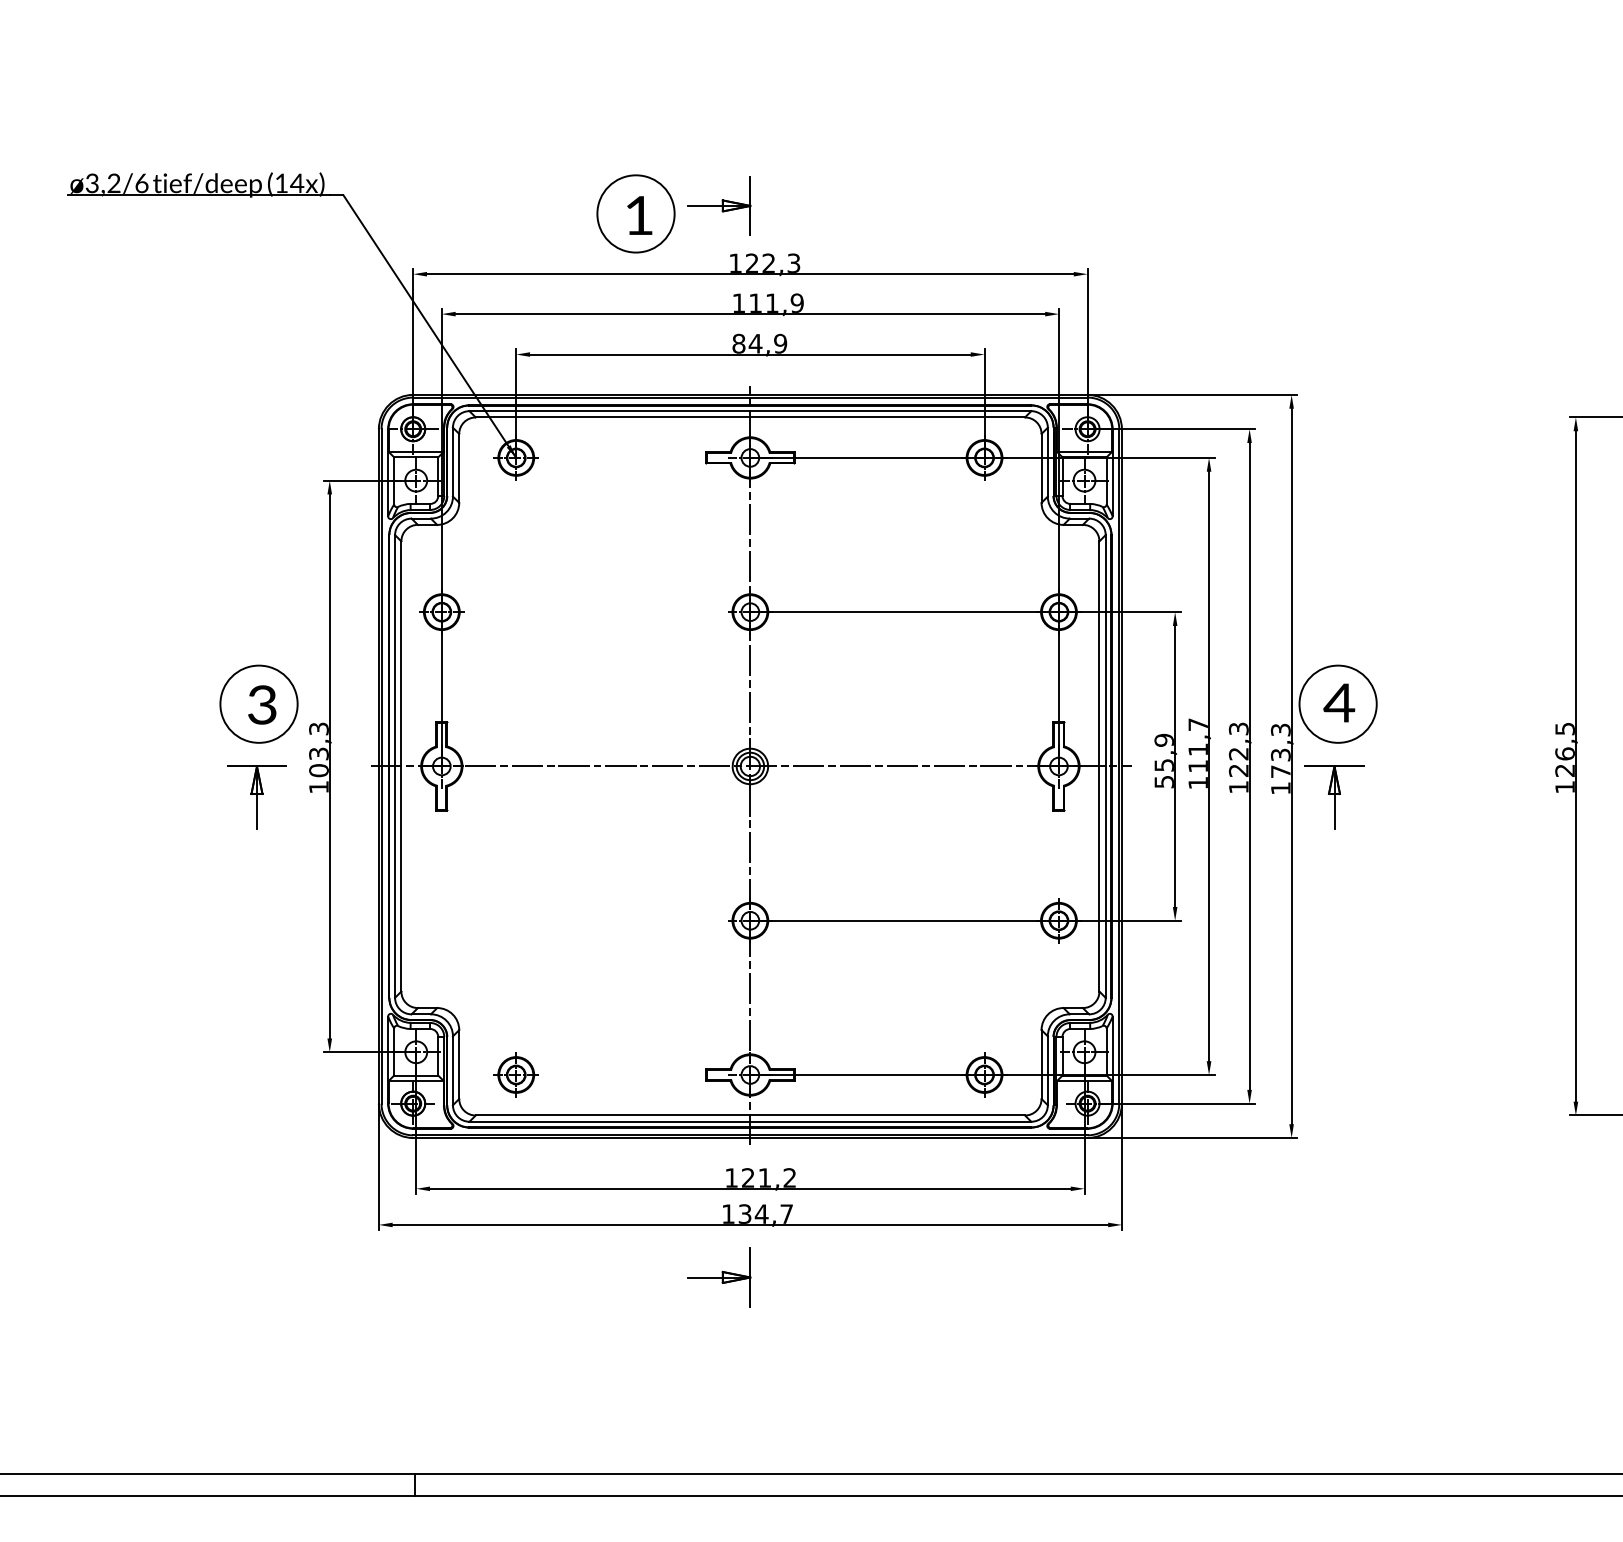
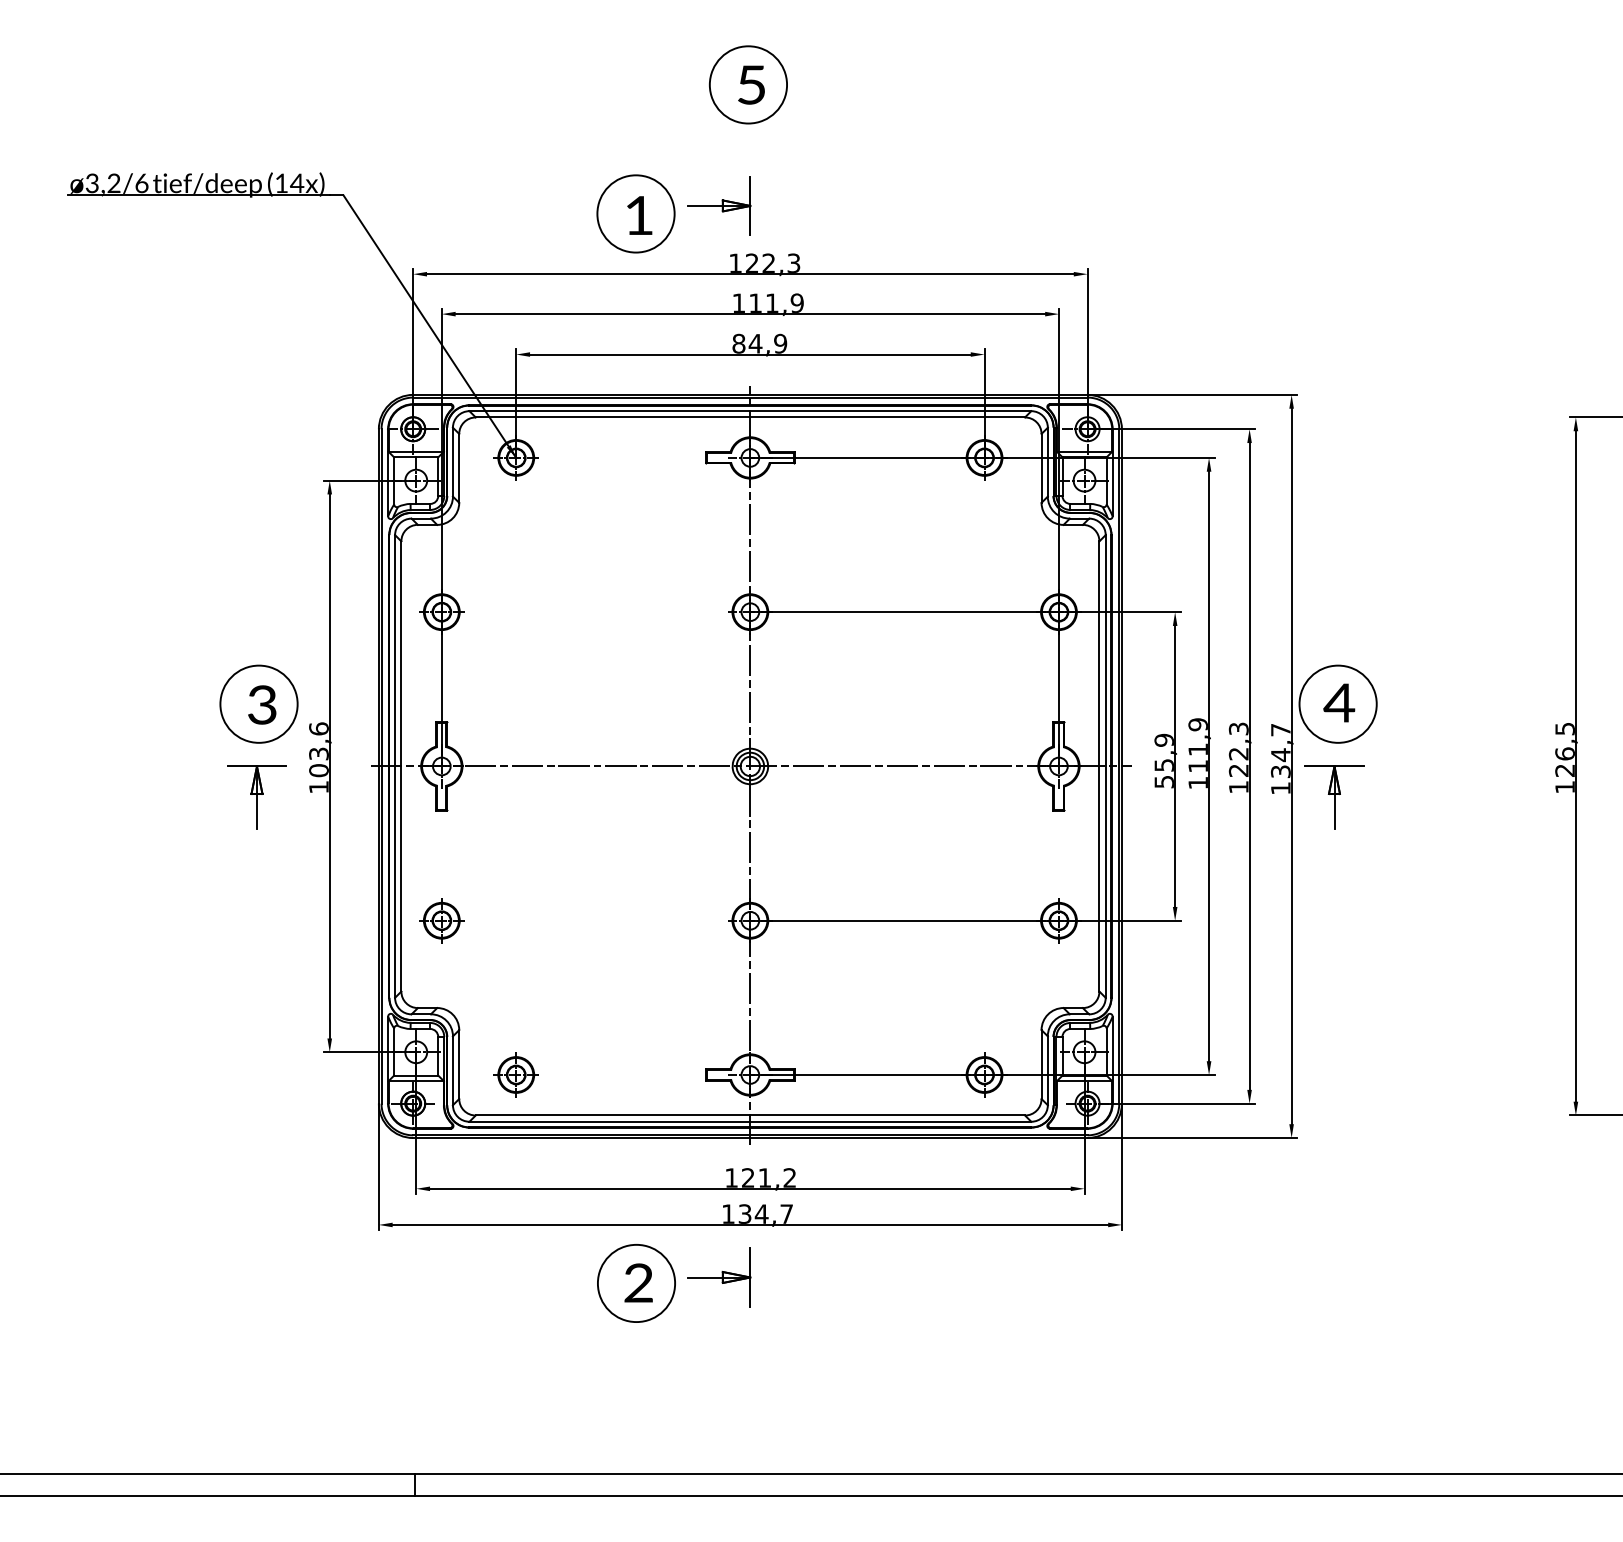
part at (748, 84): none -> present
text at (1197, 724): 111,7 -> 111,9
text at (318, 728): 103,3 -> 103,6
text at (1280, 750): 173,3 -> 134,7
part at (441, 920): none -> present
part at (636, 1283): none -> present
